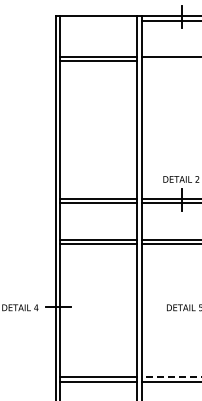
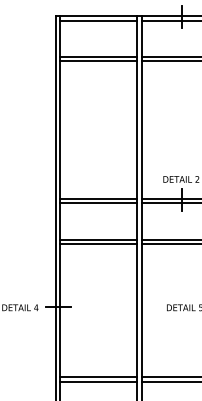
line at (98, 20): none -> present
line at (169, 61): none -> present
line at (171, 377): dashed -> solid
